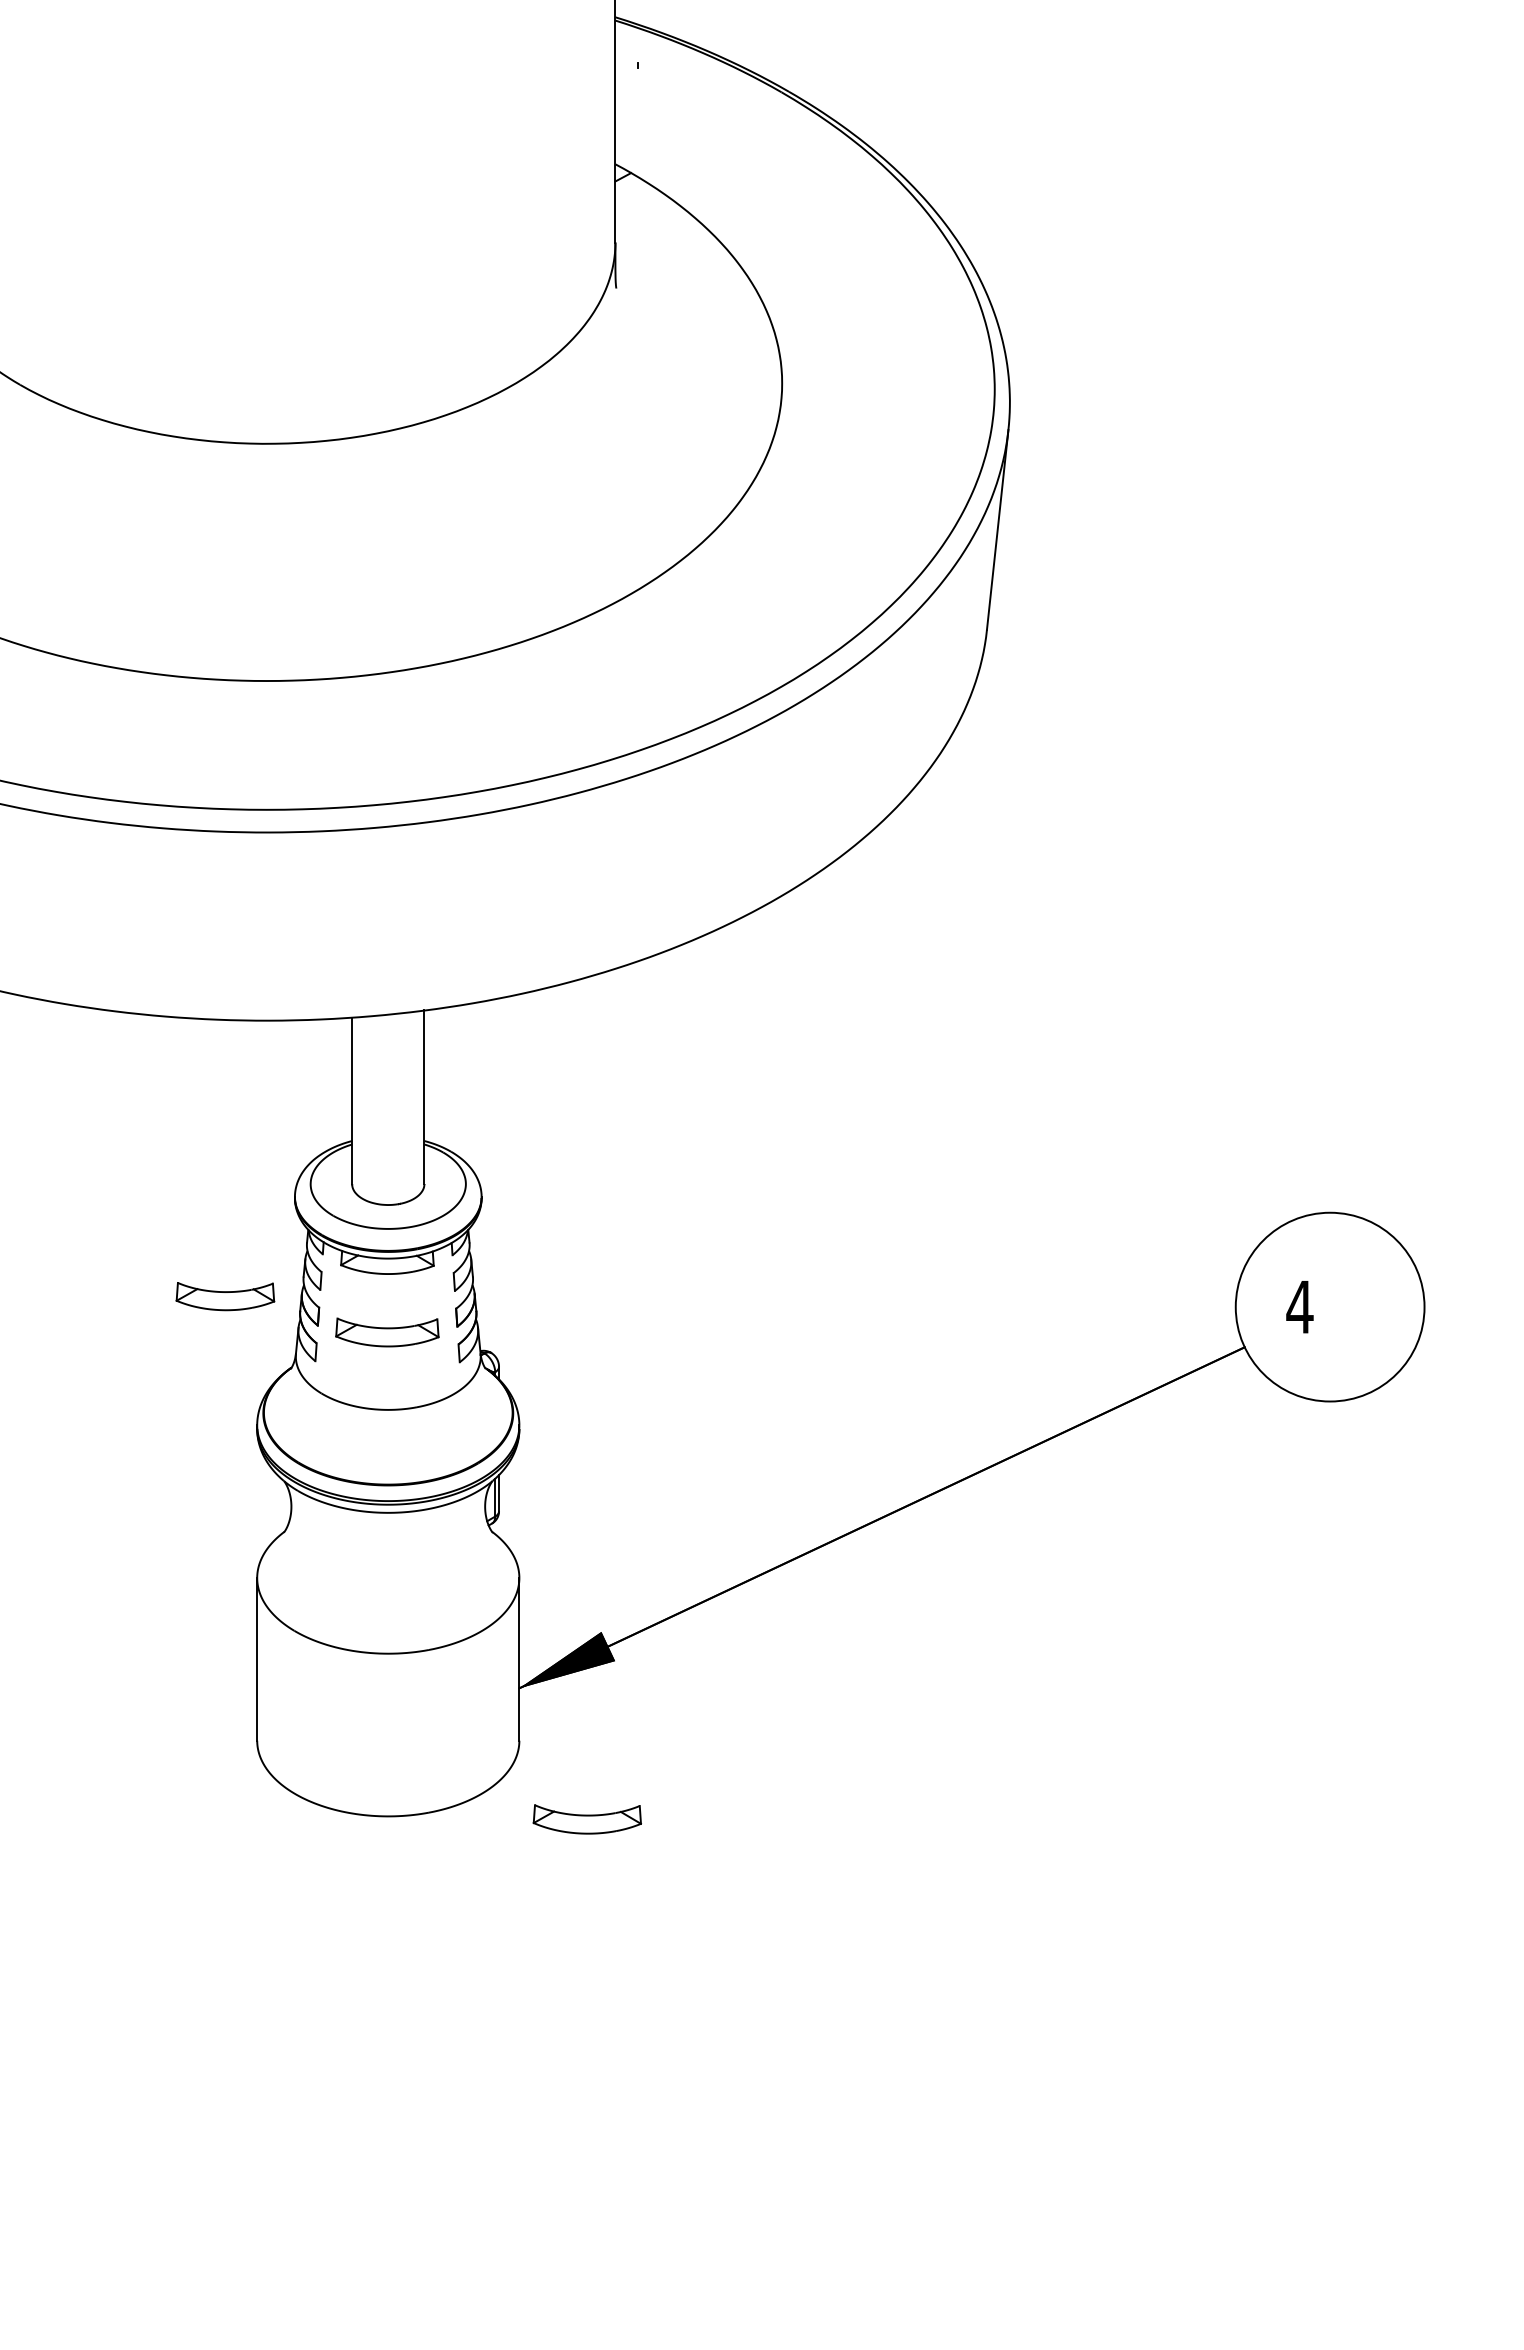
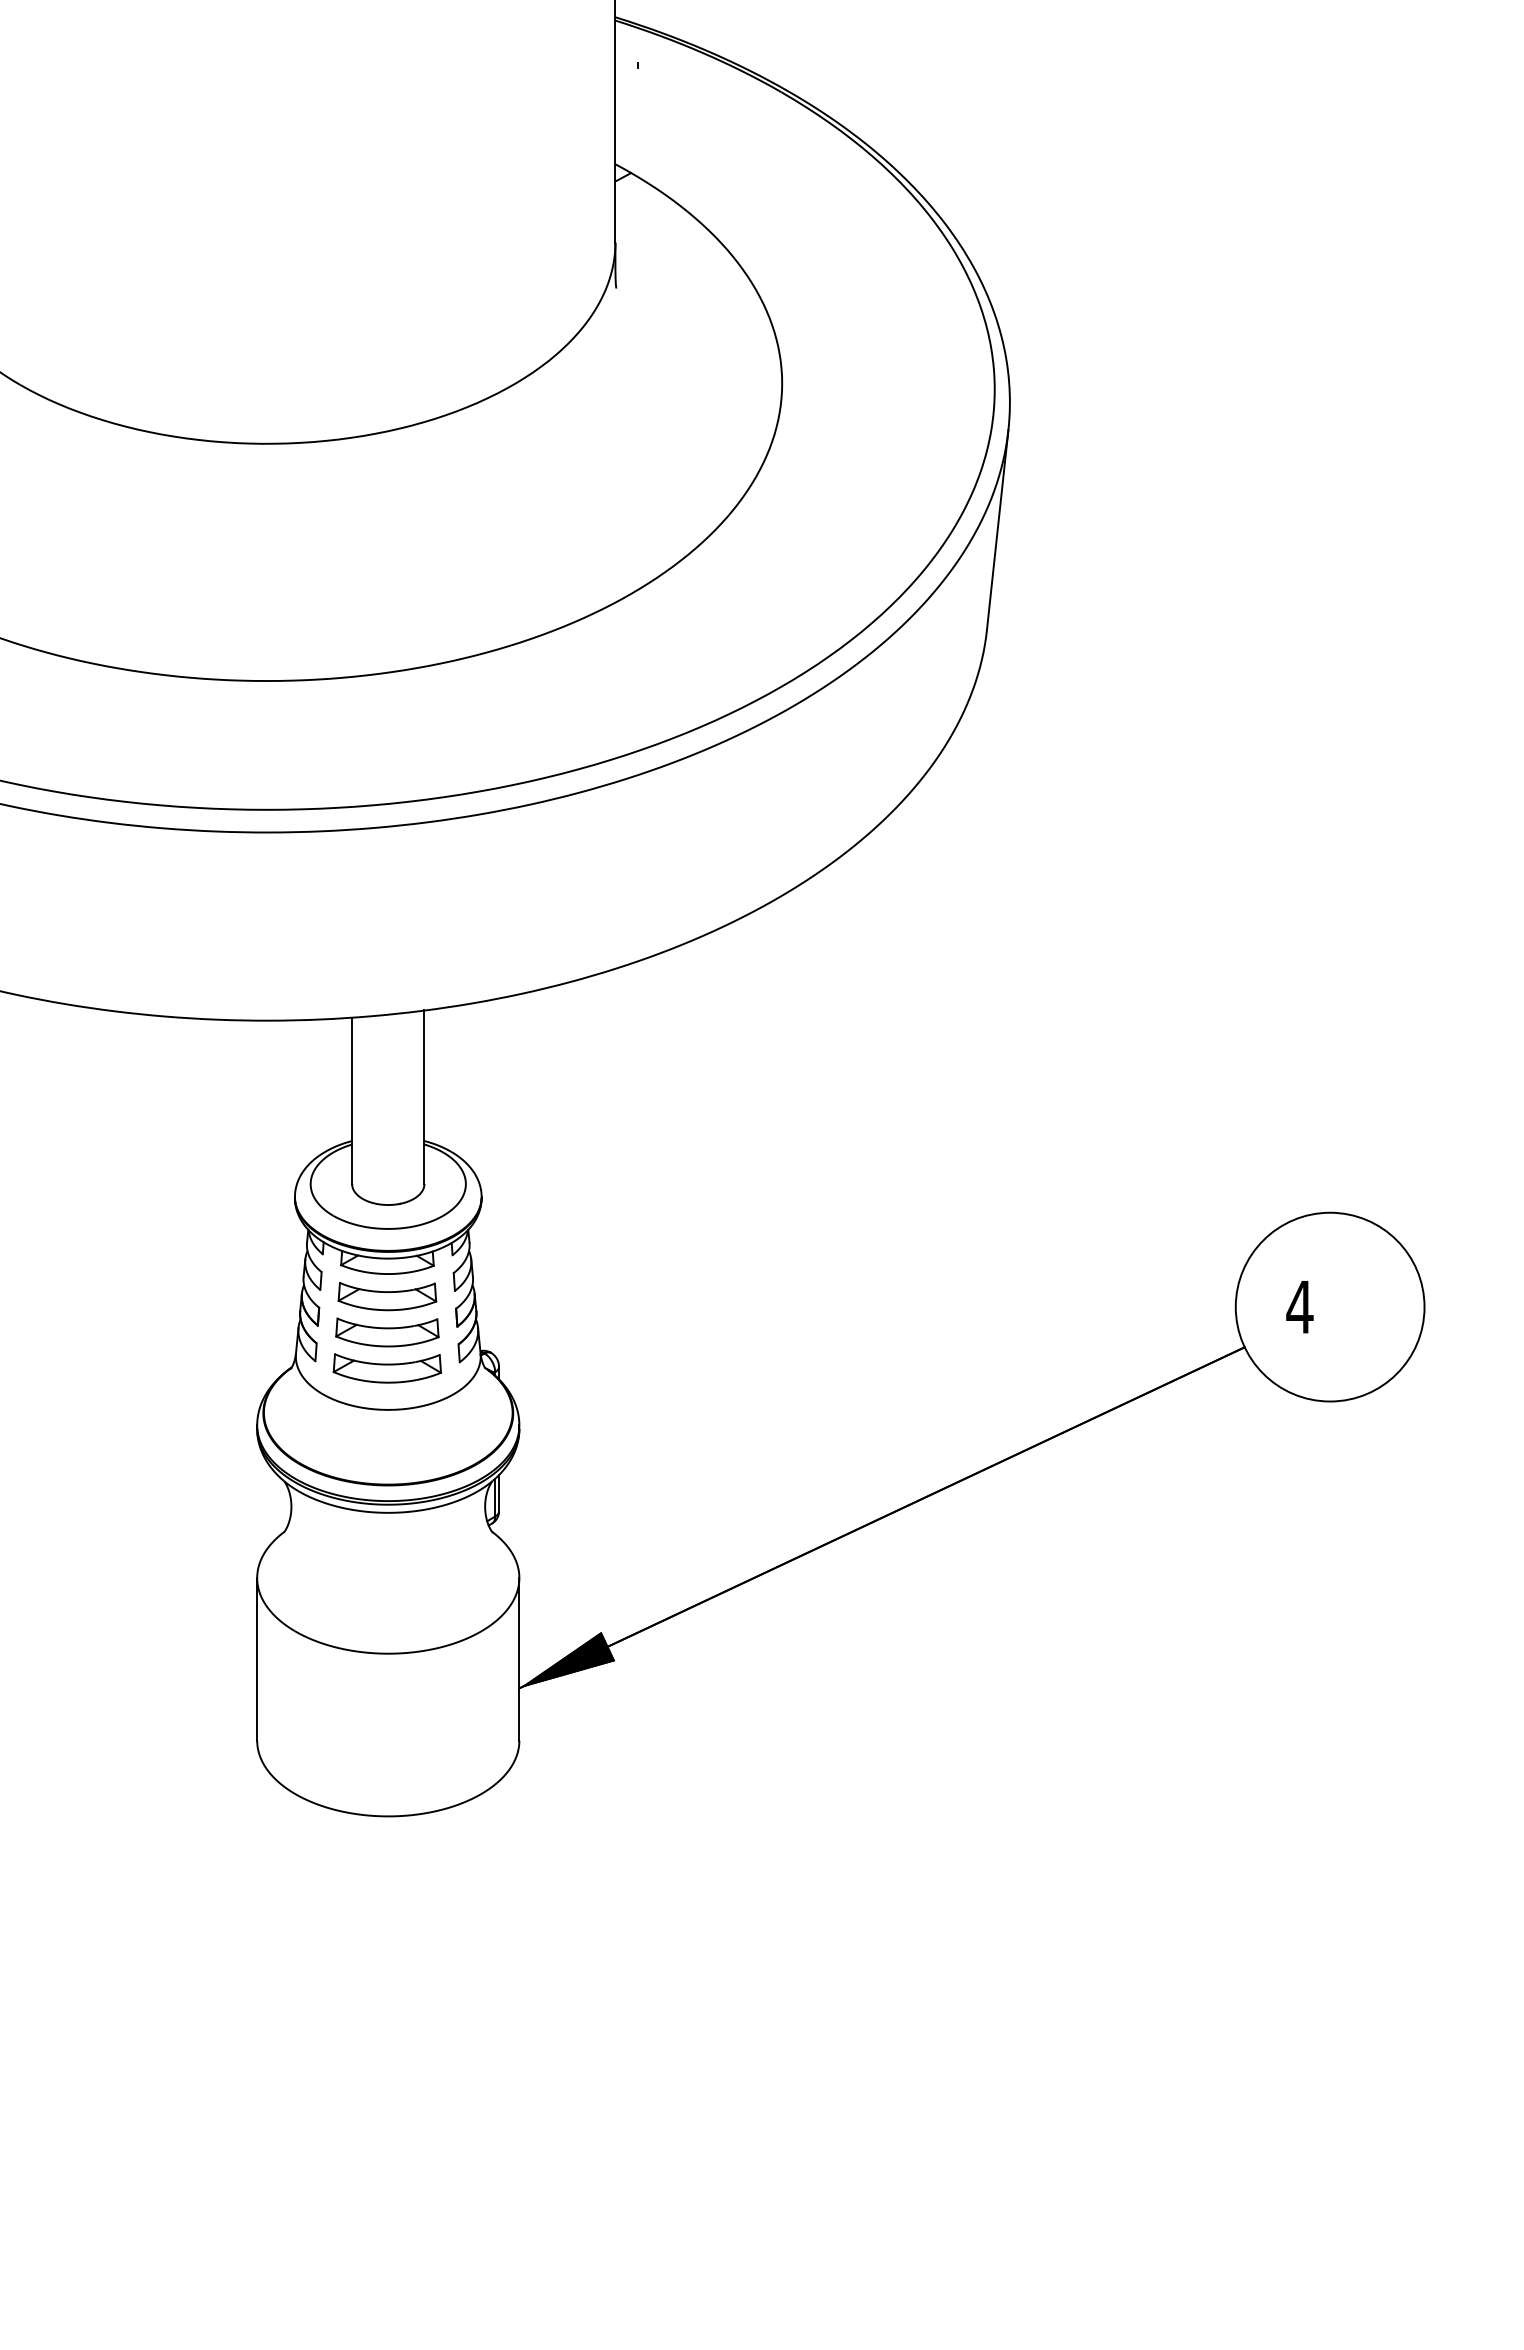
part at (225, 1296) position: (225, 1296) -> (387, 1296)
part at (586, 1819) position: (586, 1819) -> (386, 1368)
